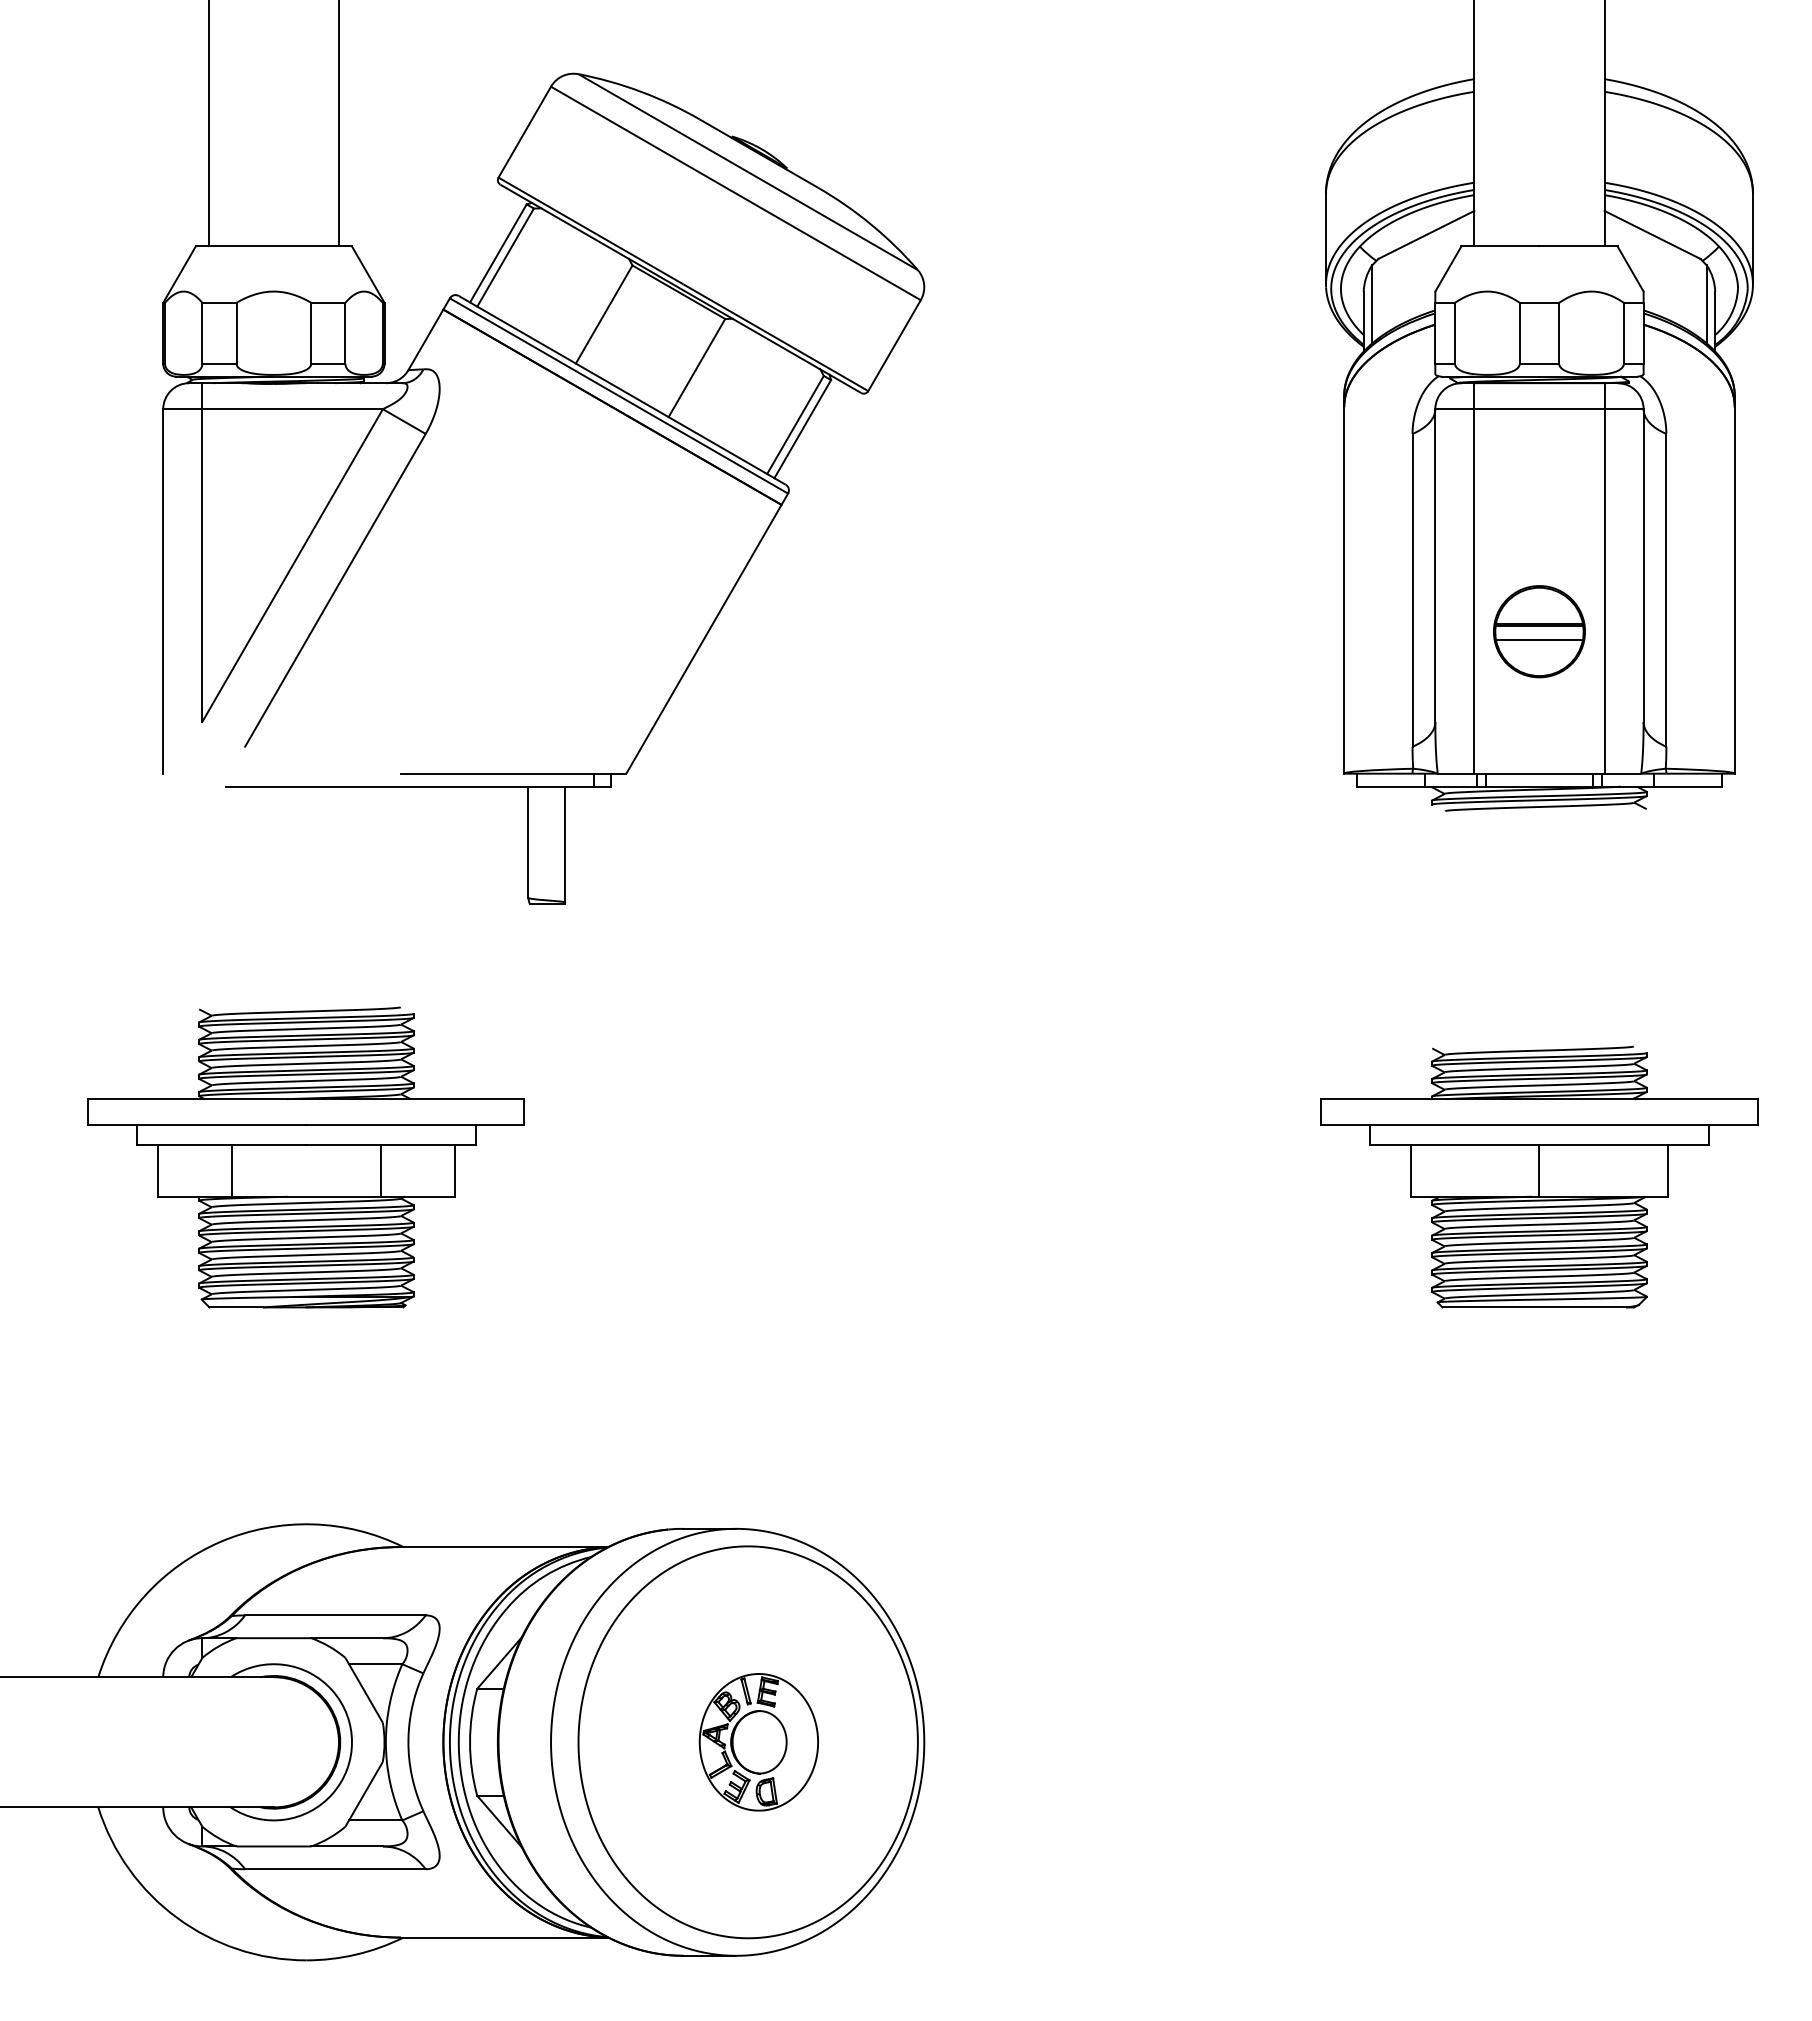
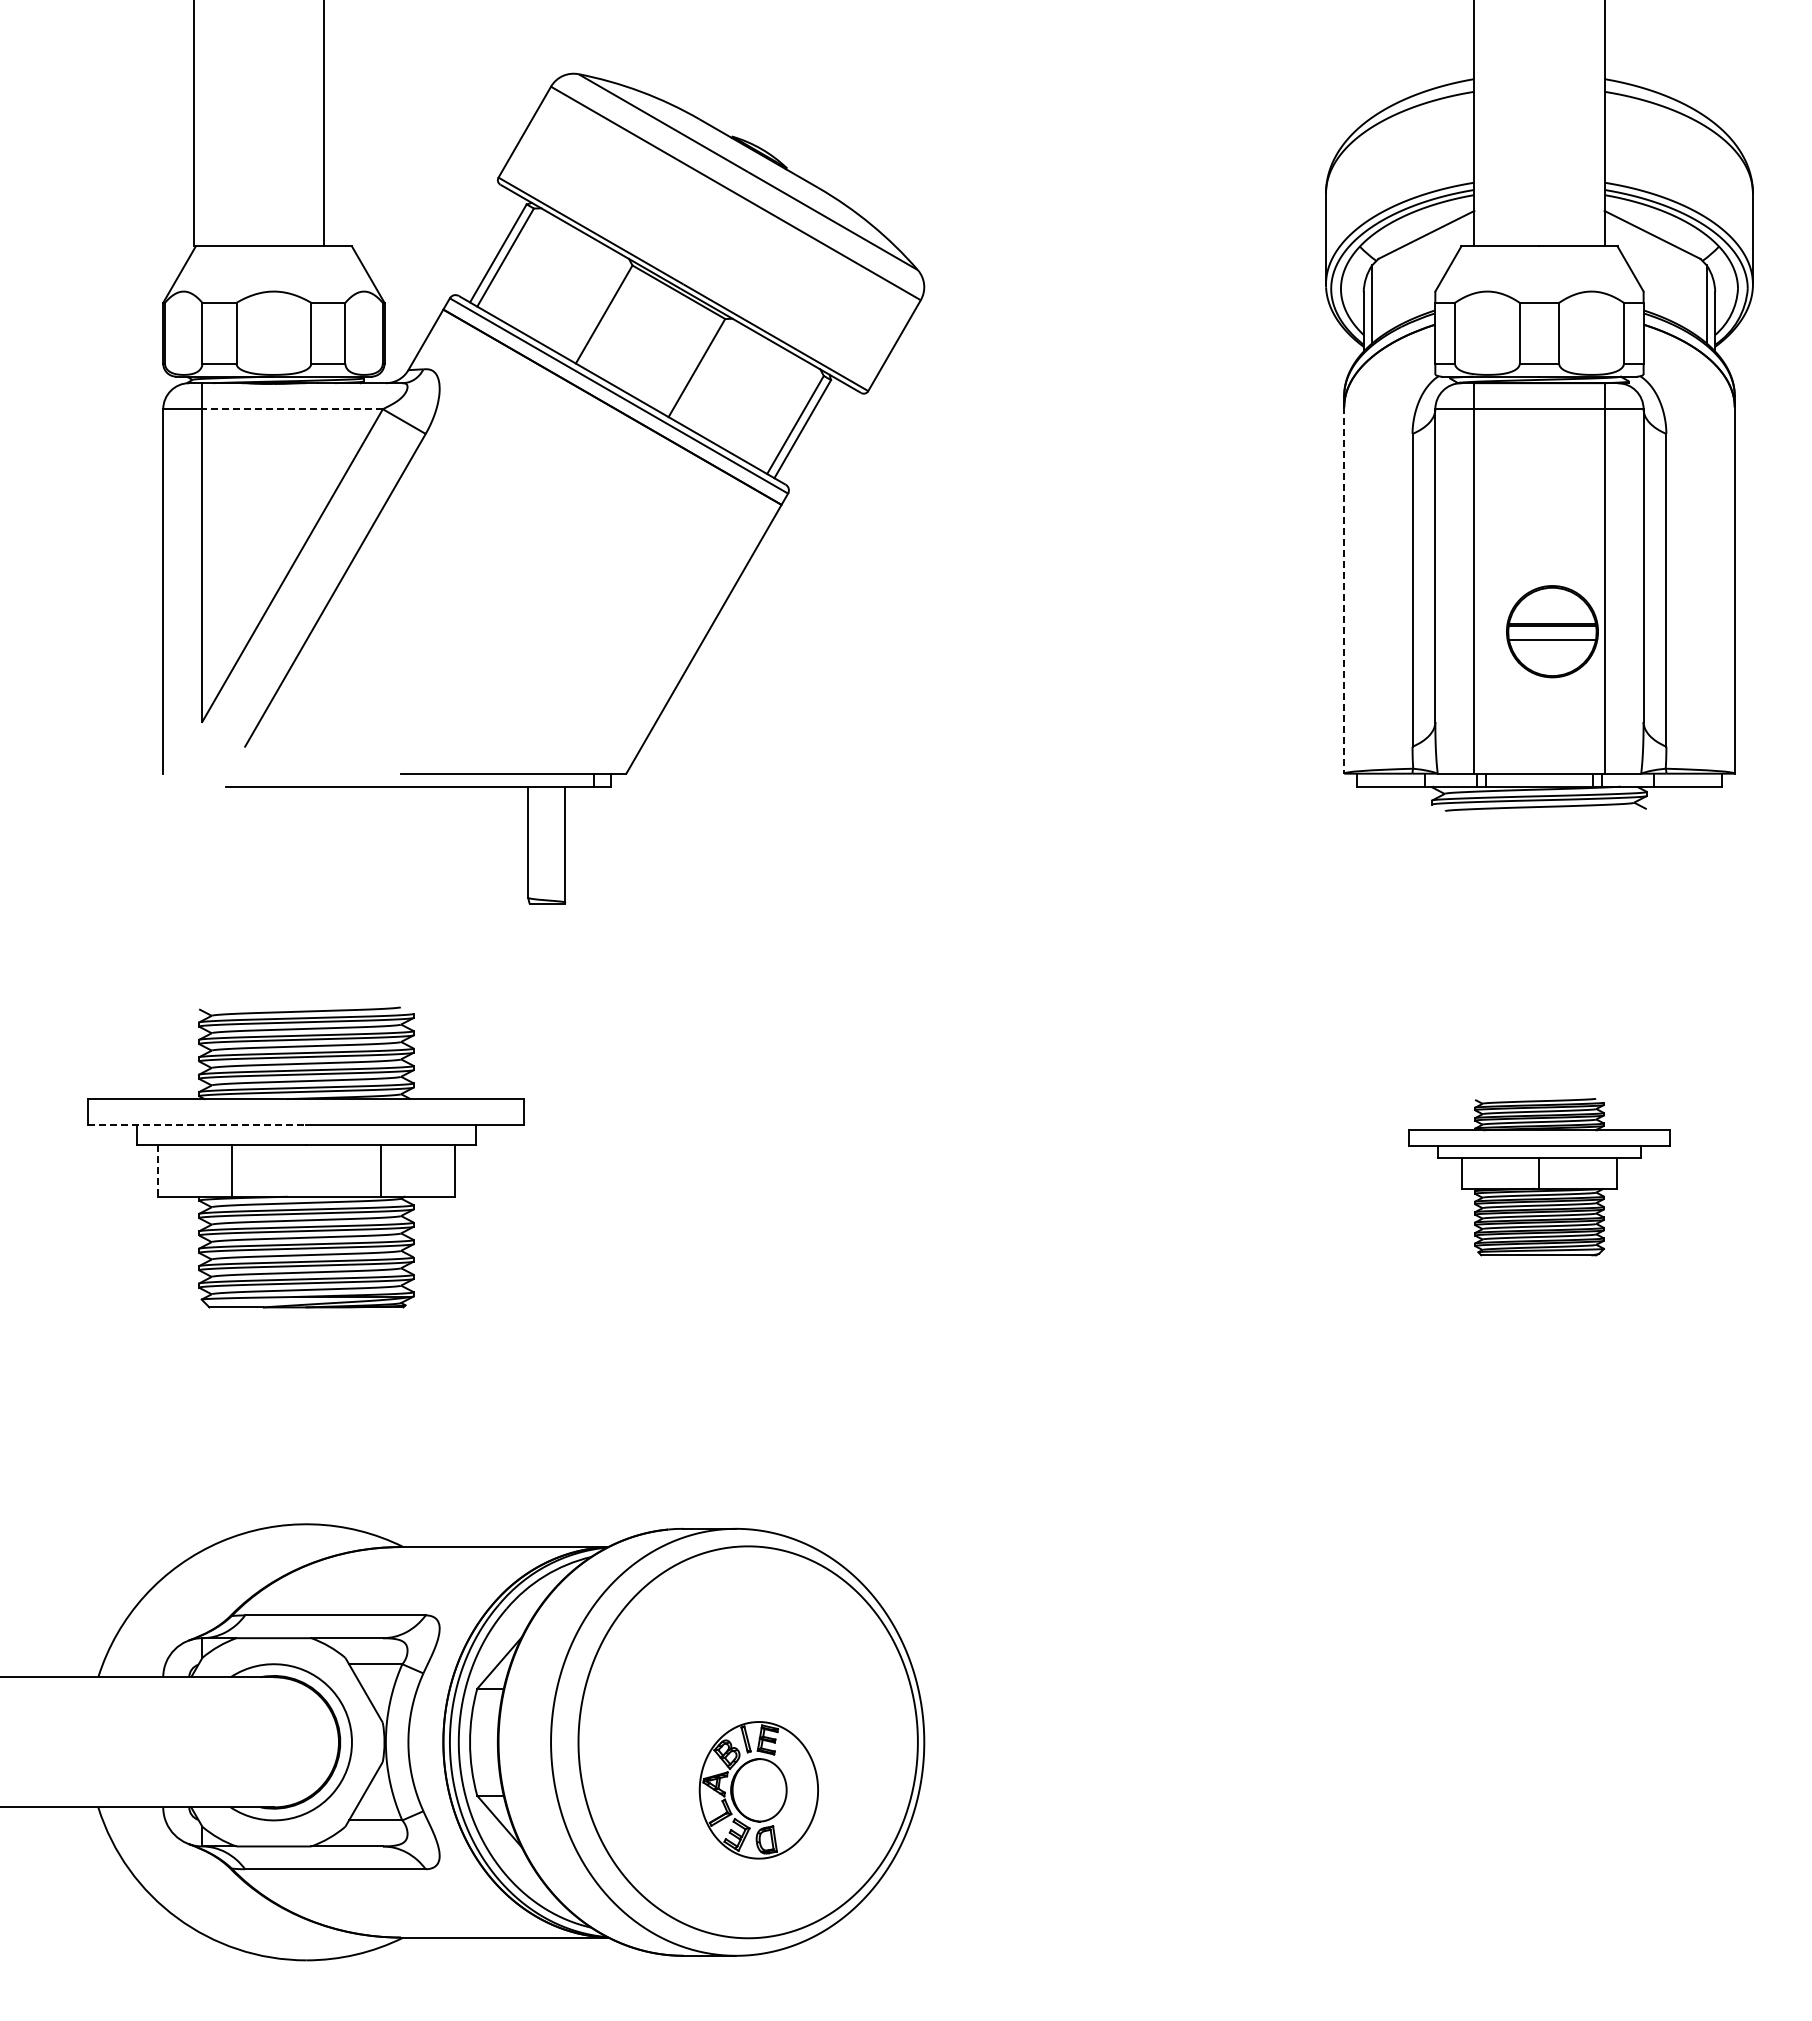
line at (208, 124) position: (208, 124) -> (193, 124)
line at (338, 124) position: (338, 124) -> (323, 124)
line at (292, 409): solid -> dashed
line at (1344, 590): solid -> dashed
part at (1539, 631) position: (1539, 631) -> (1552, 631)
line at (197, 1125): solid -> dashed
line at (157, 1171): solid -> dashed
part at (1539, 1176) size: 439x264 px -> 263x159 px
part at (758, 1742) position: (758, 1742) -> (758, 1790)
